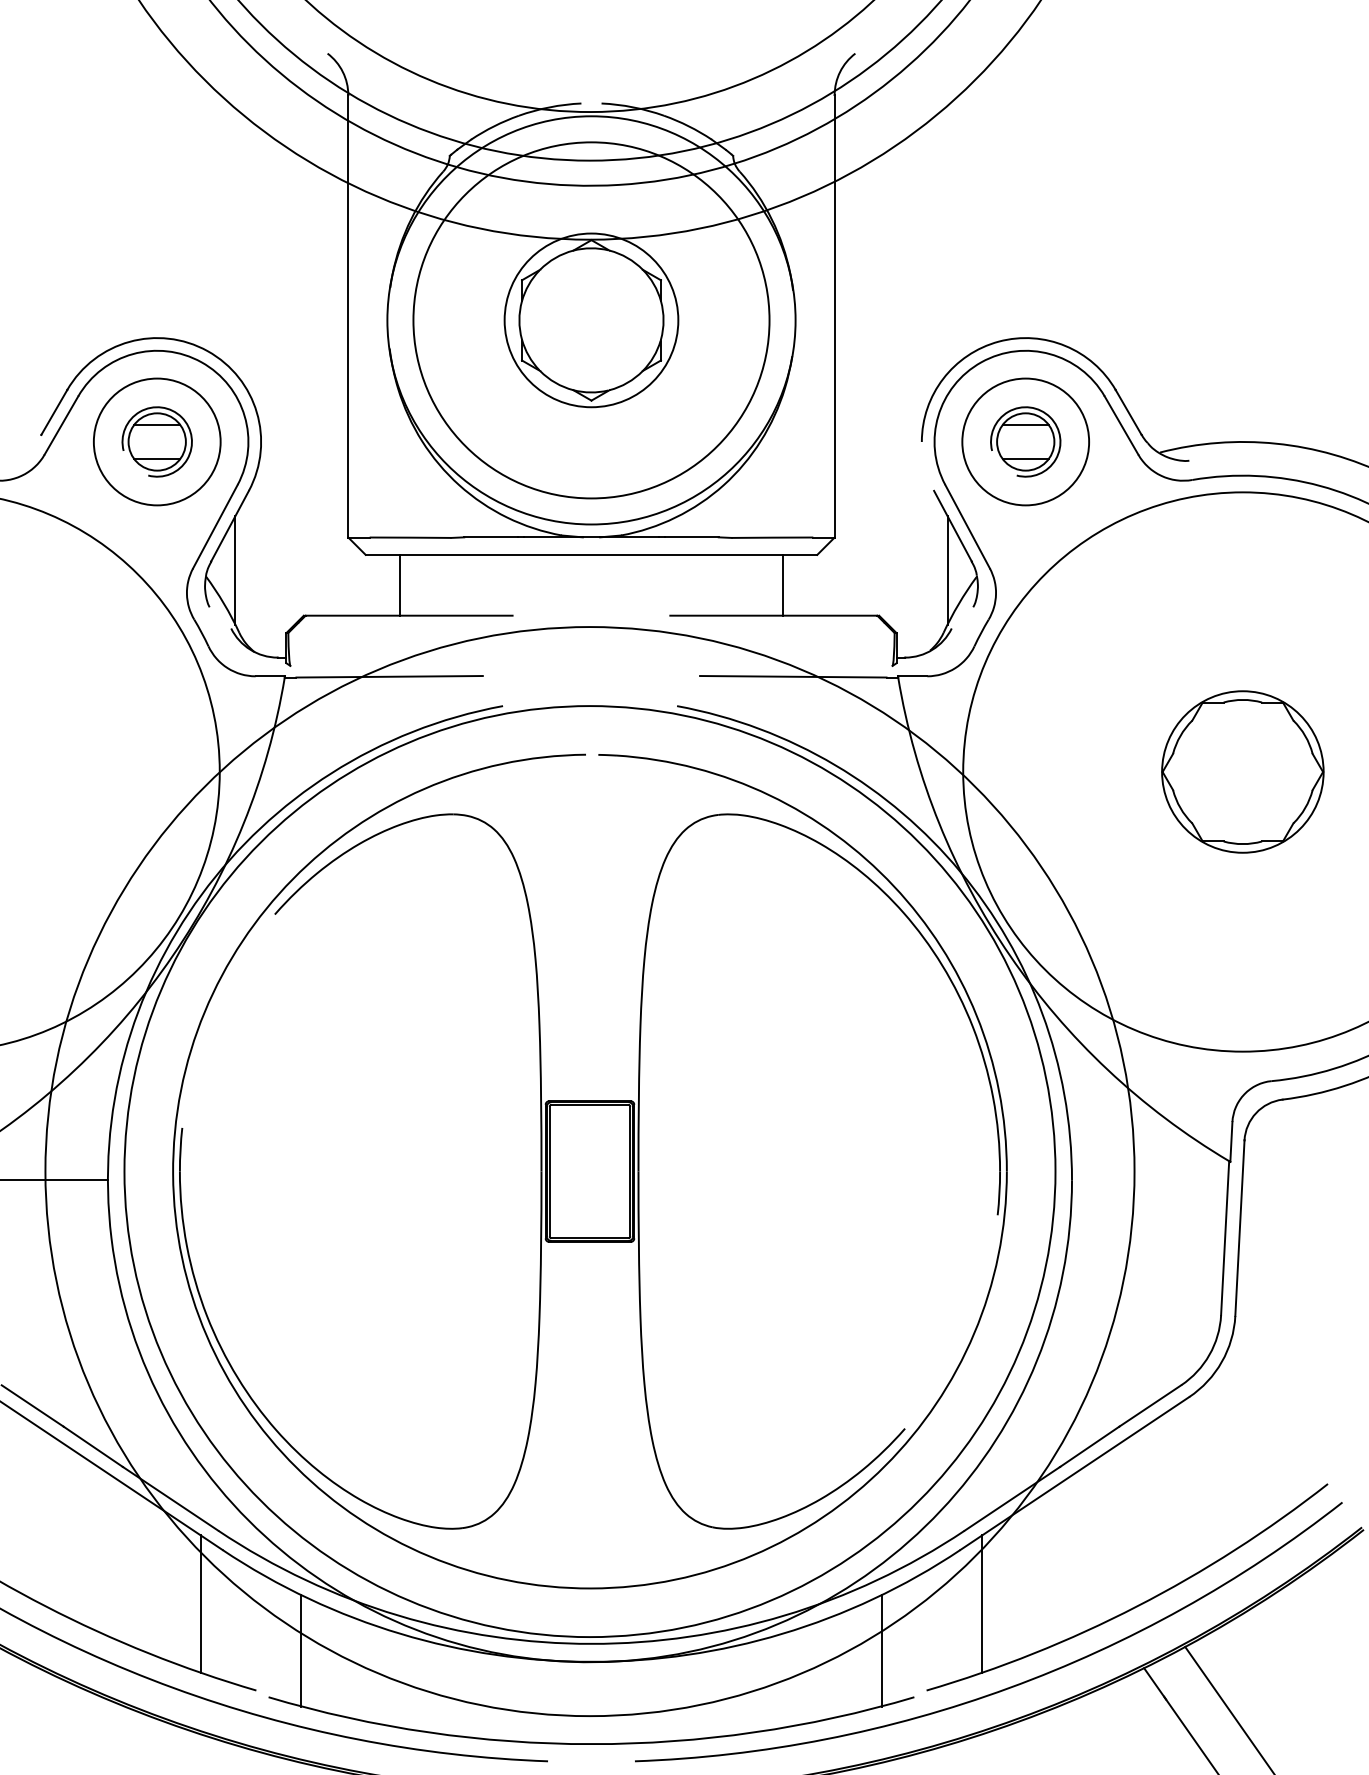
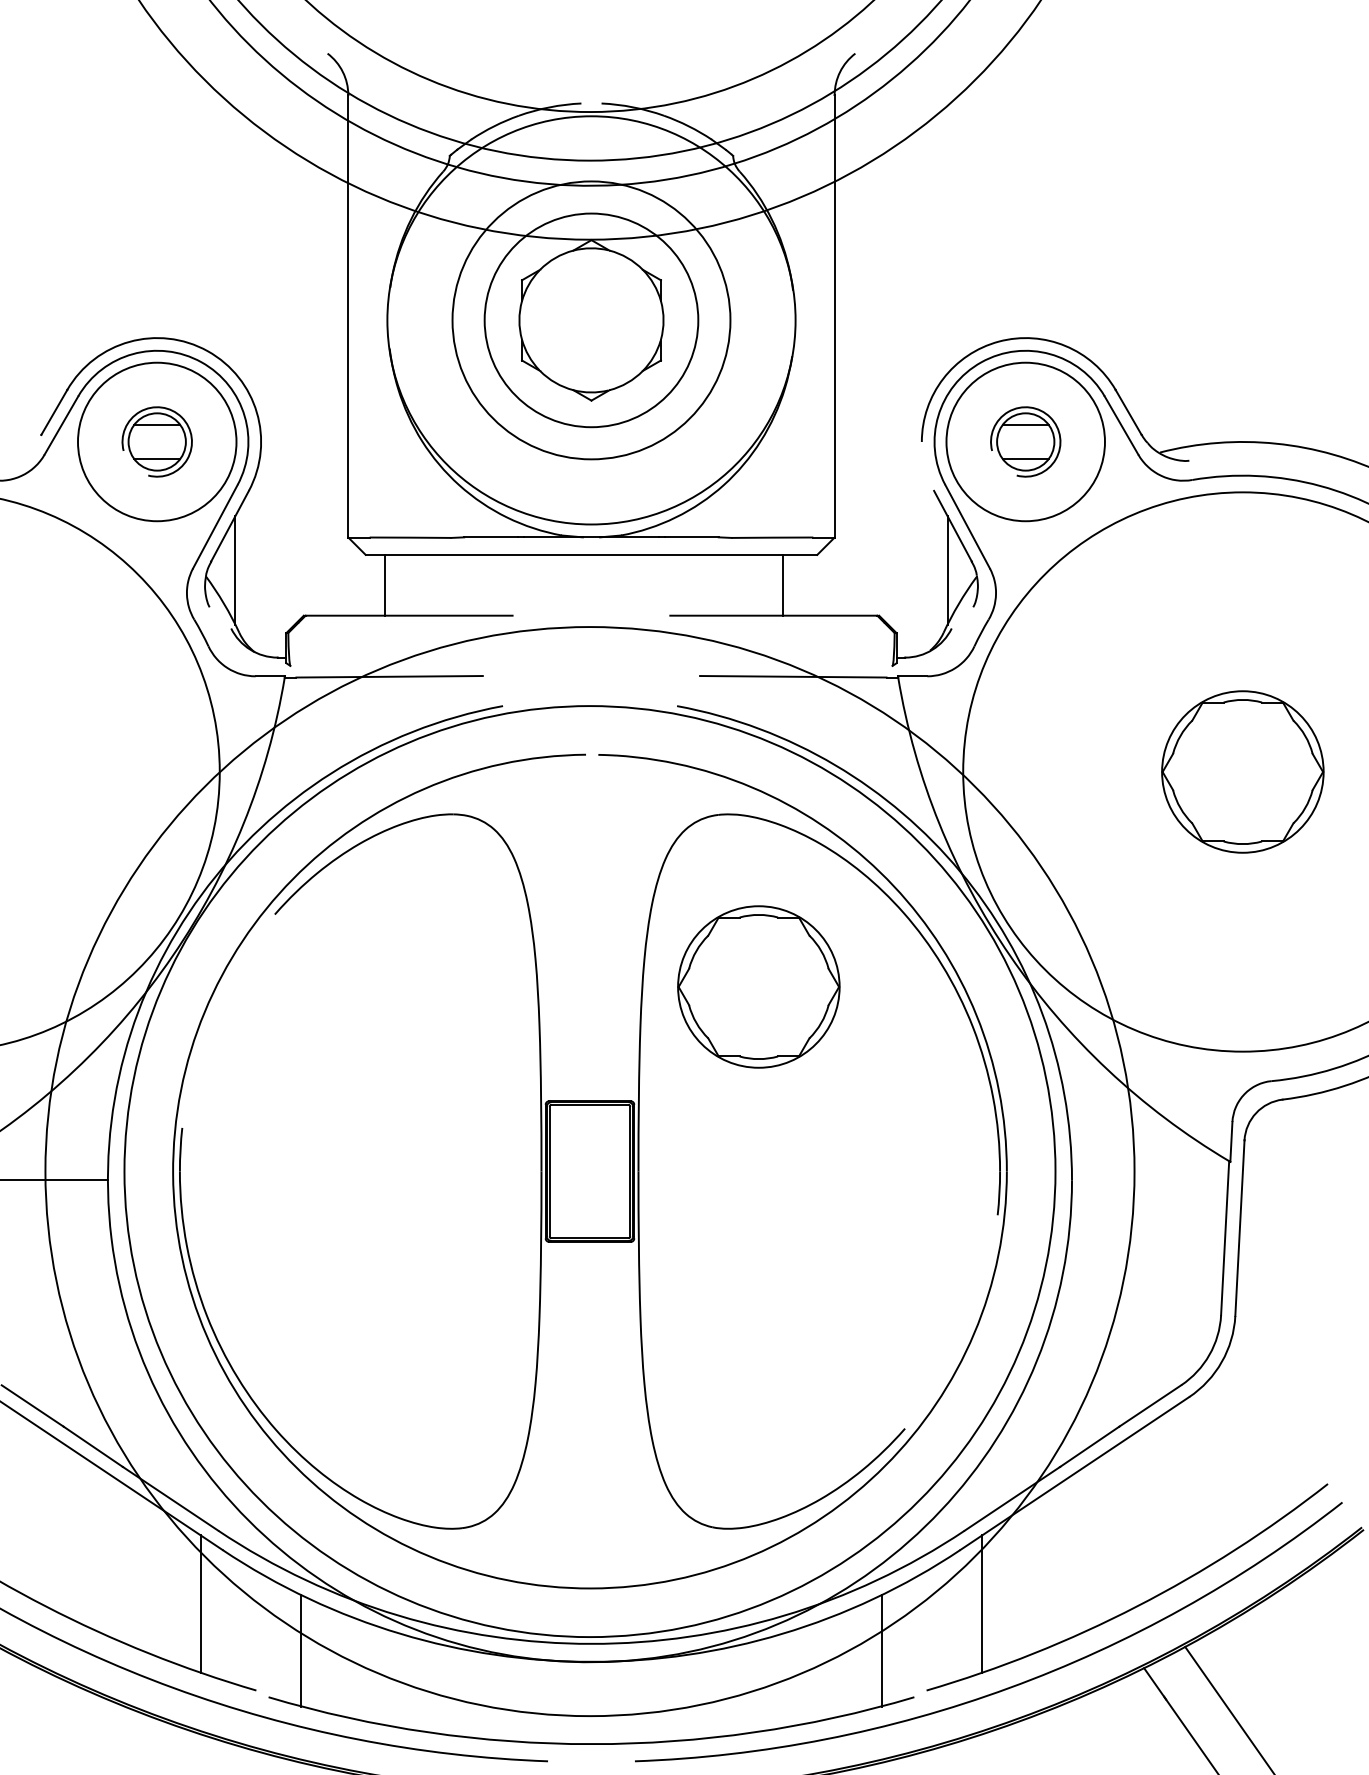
circle at (591, 320) diameter: 174 px -> 278 px
circle at (591, 320) diameter: 356 px -> 214 px
circle at (156, 441) diameter: 127 px -> 158 px
circle at (1025, 441) diameter: 127 px -> 158 px
line at (400, 584) position: (400, 584) -> (385, 584)
part at (758, 986): none -> present
